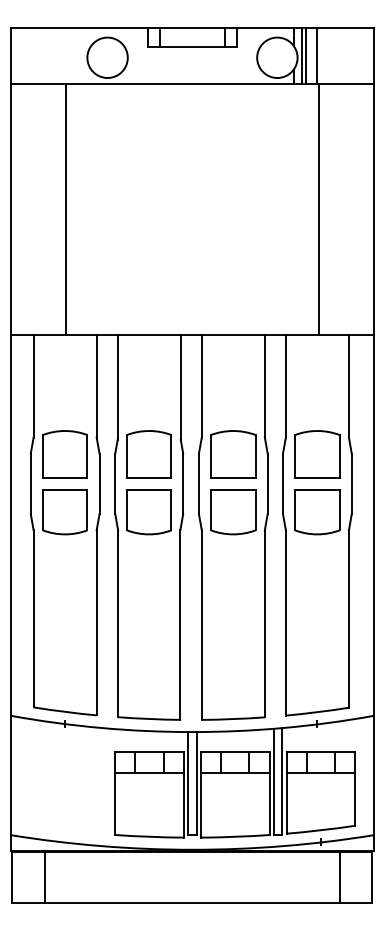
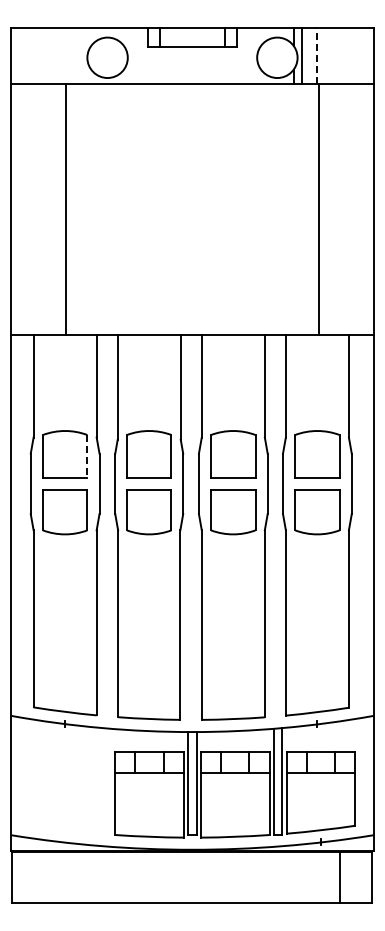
line at (305, 55): present -> none
line at (316, 55): solid -> dashed
line at (87, 456): solid -> dashed
line at (44, 877): present -> none
